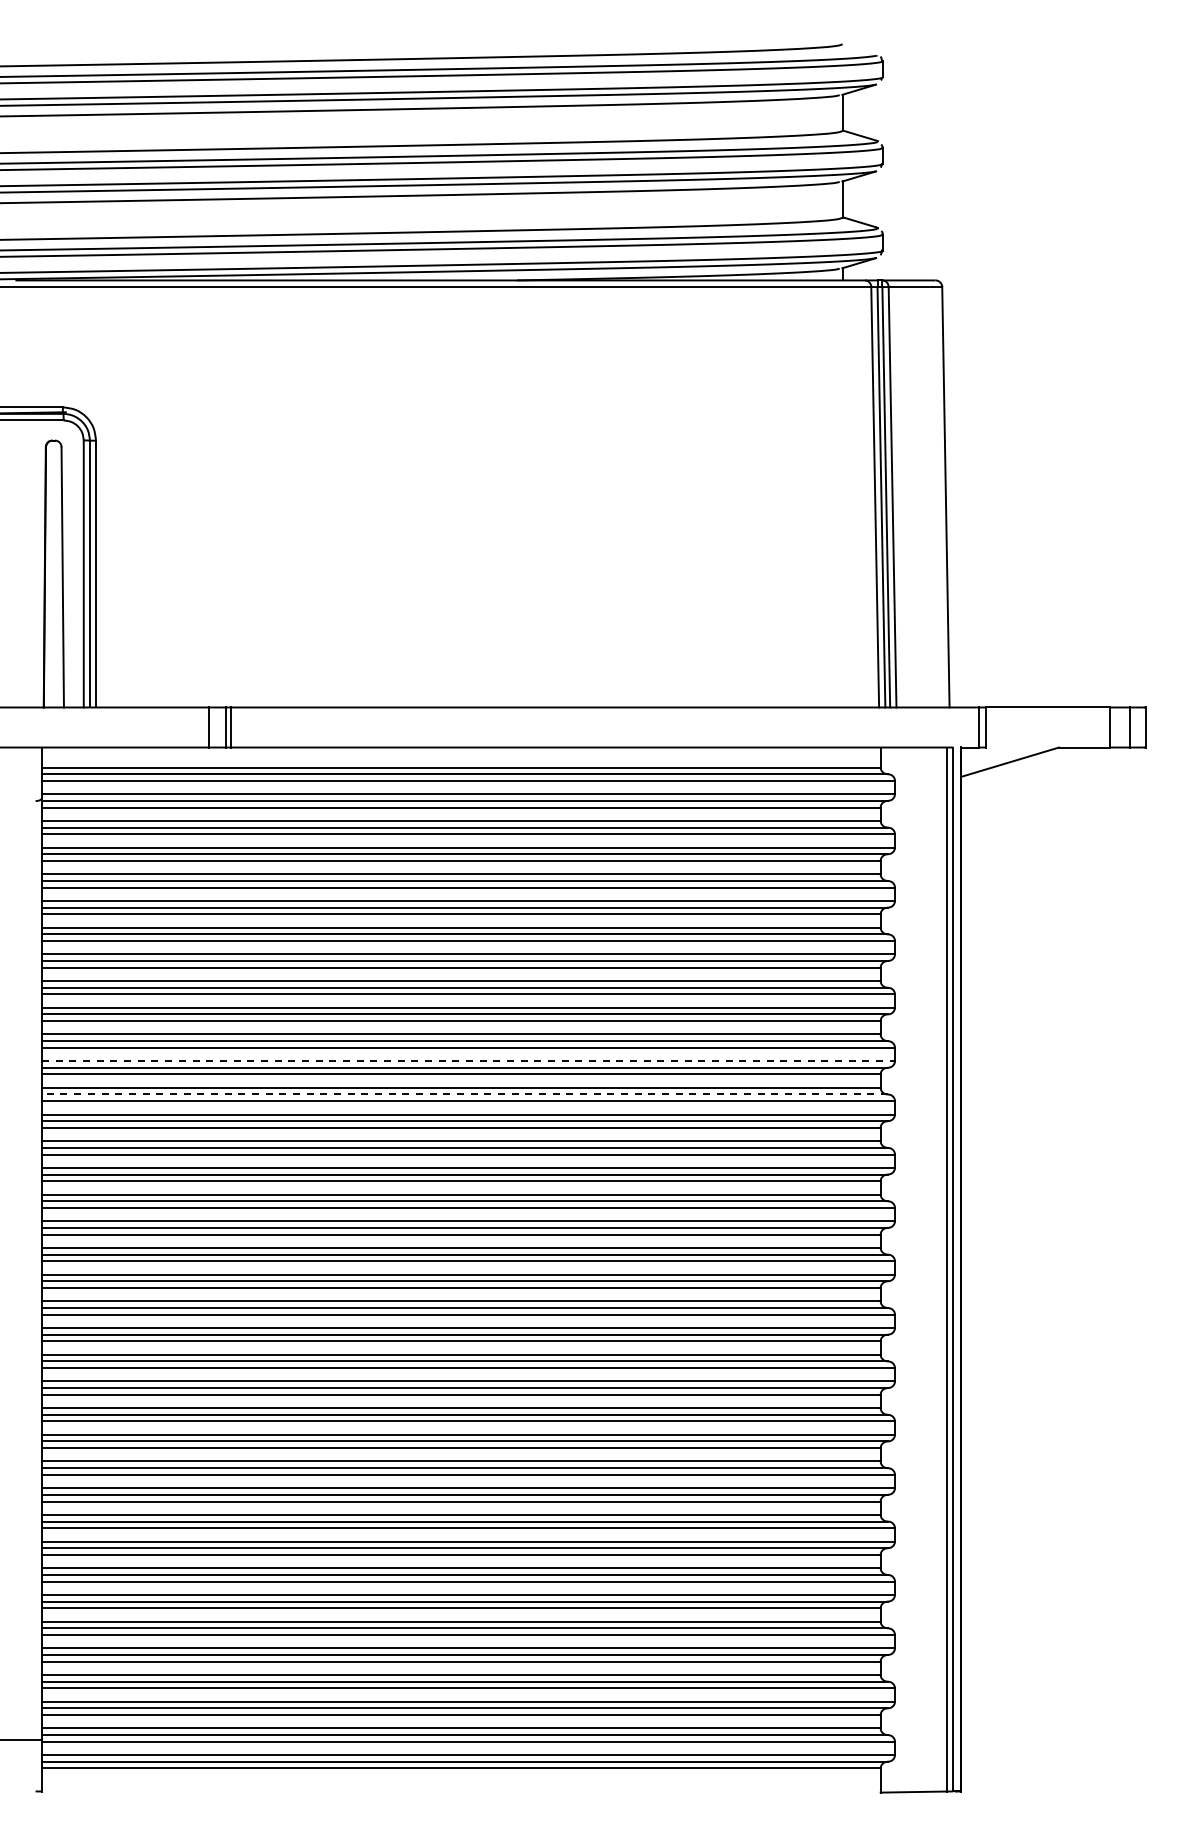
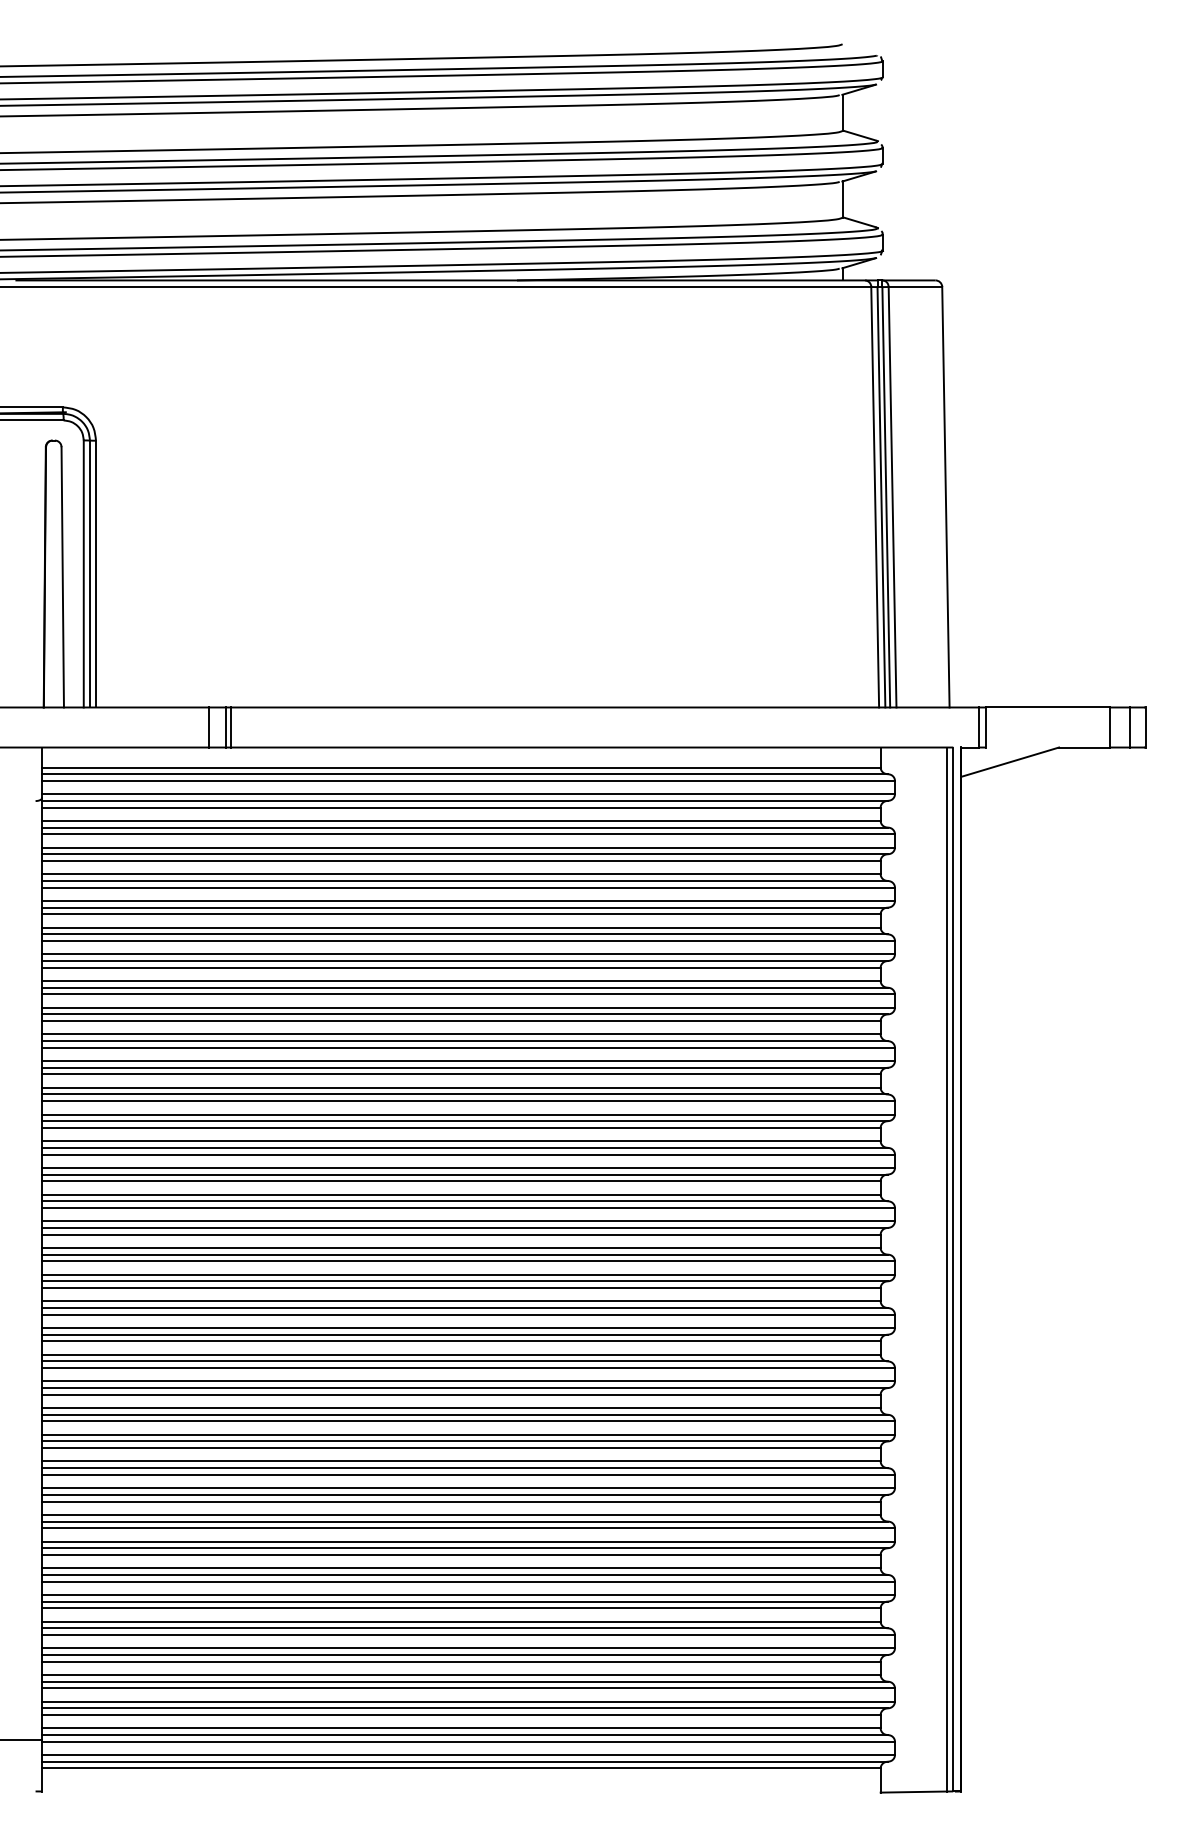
line at (469, 1061): dashed -> solid
line at (464, 1094): dashed -> solid
